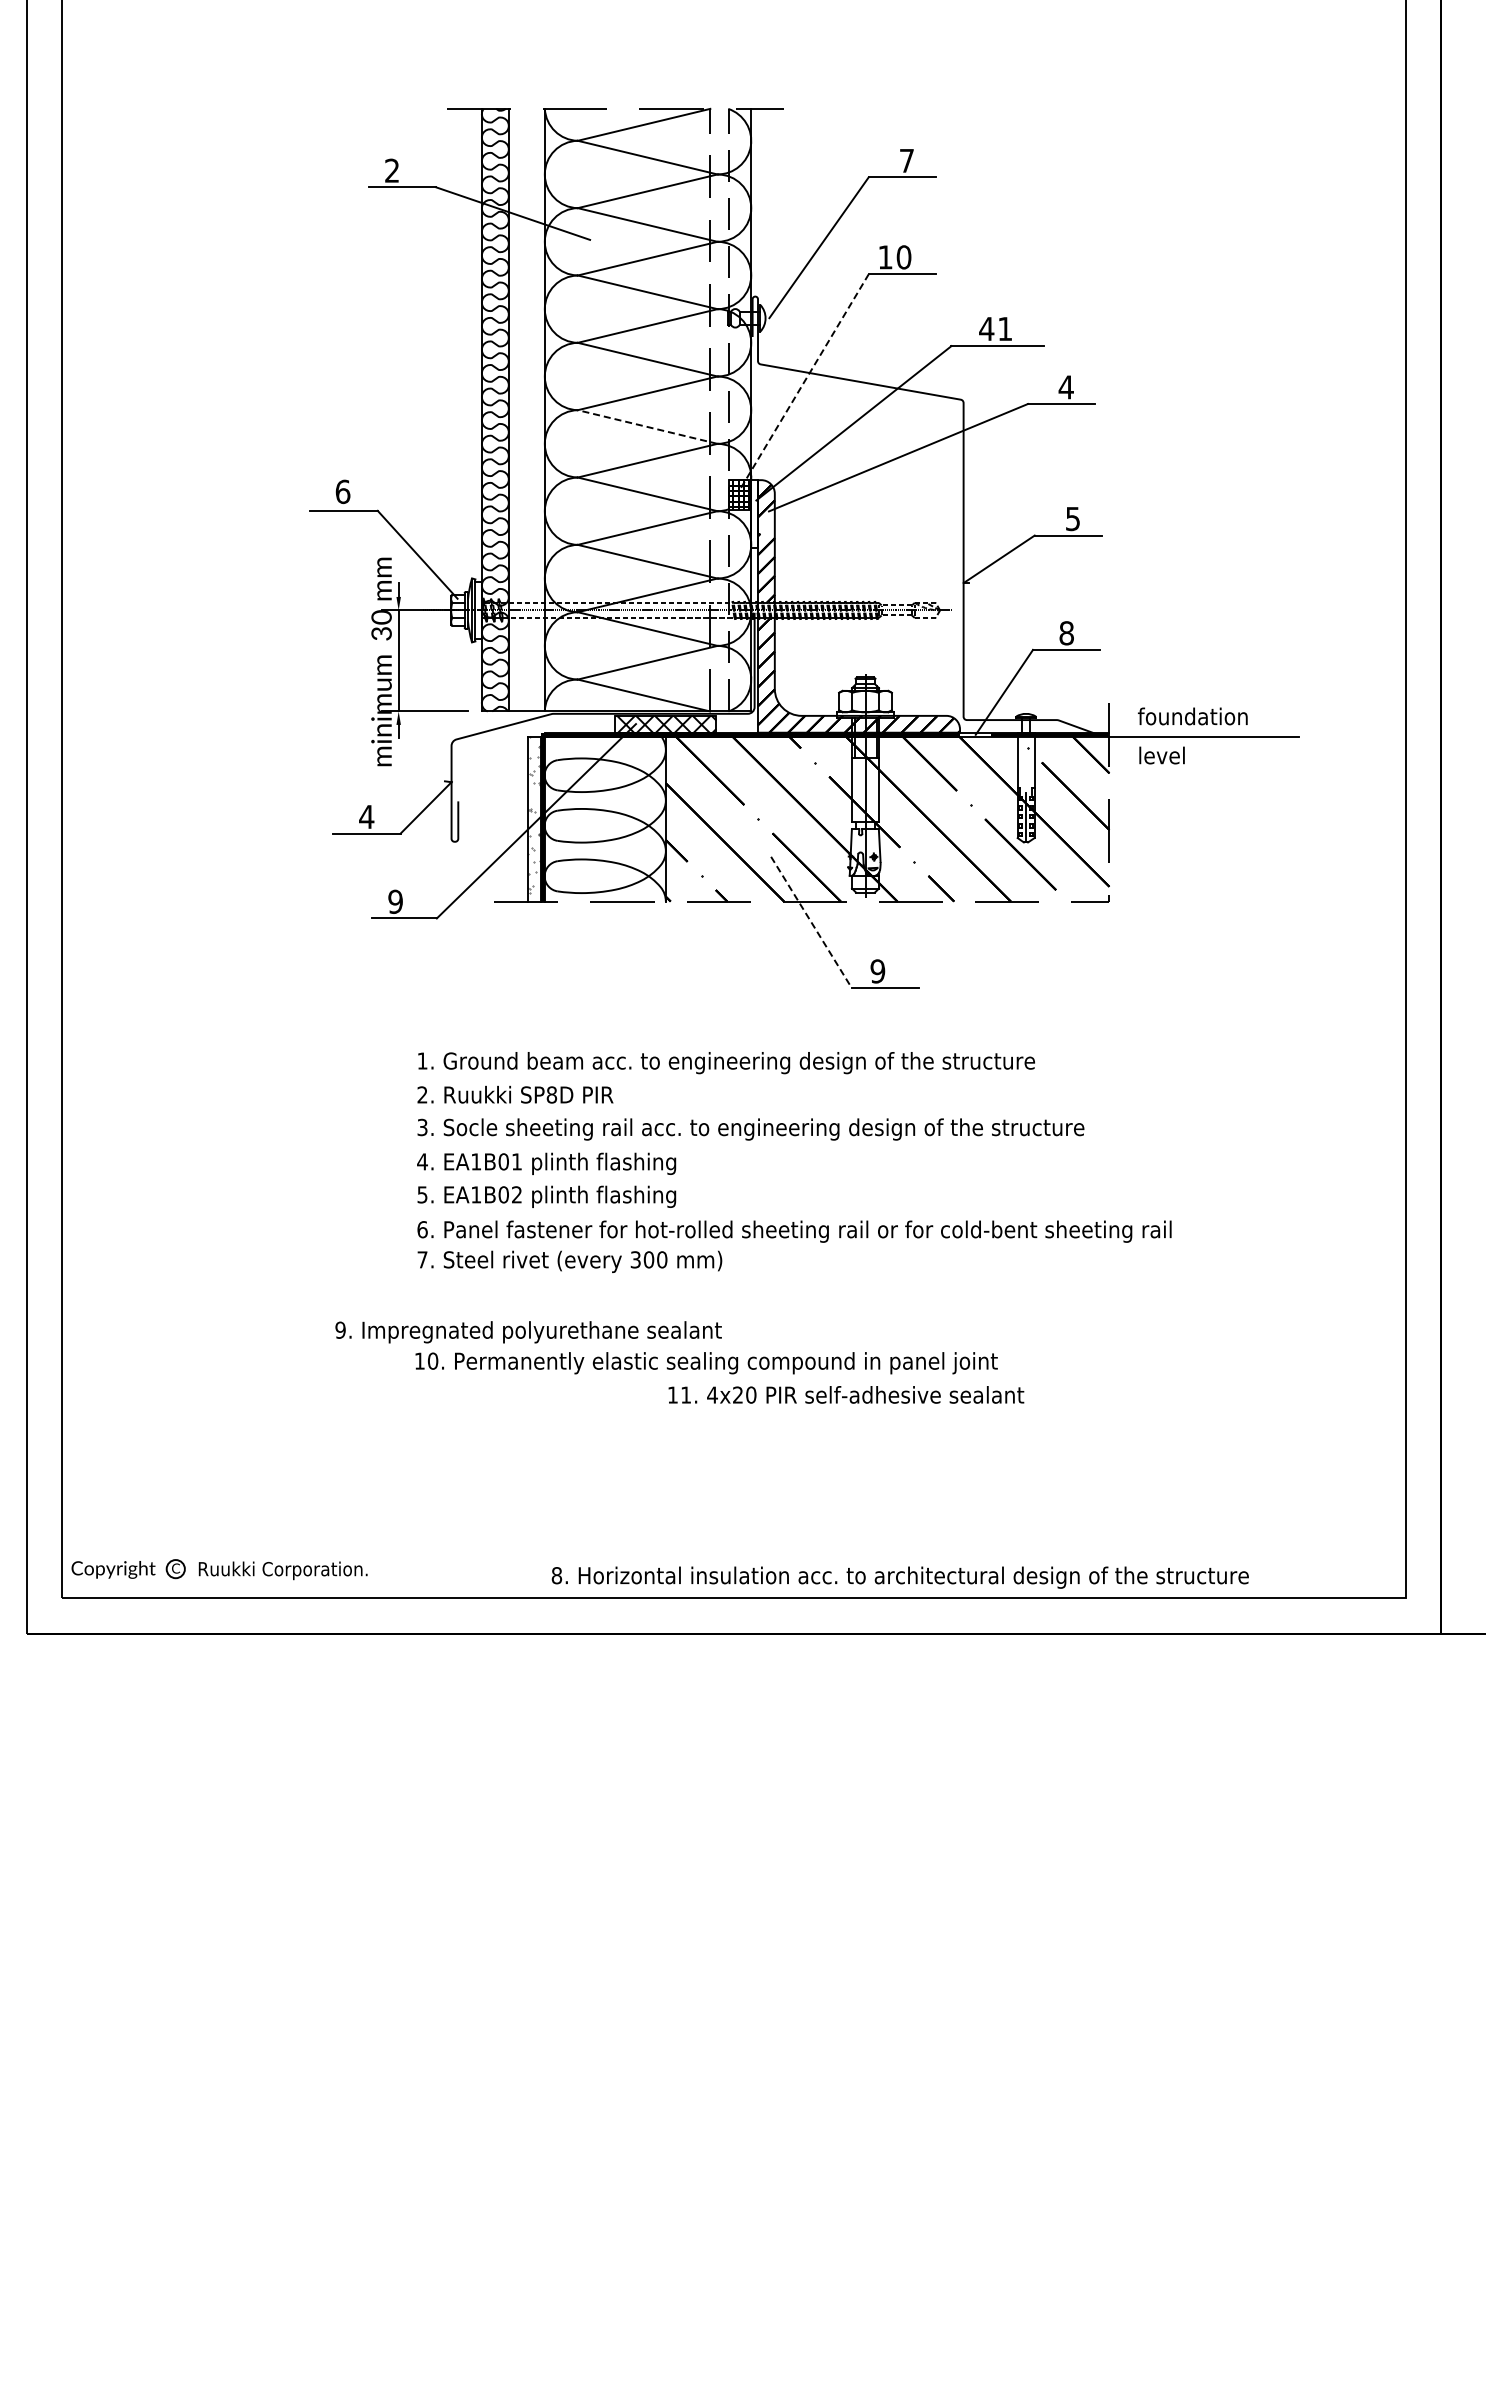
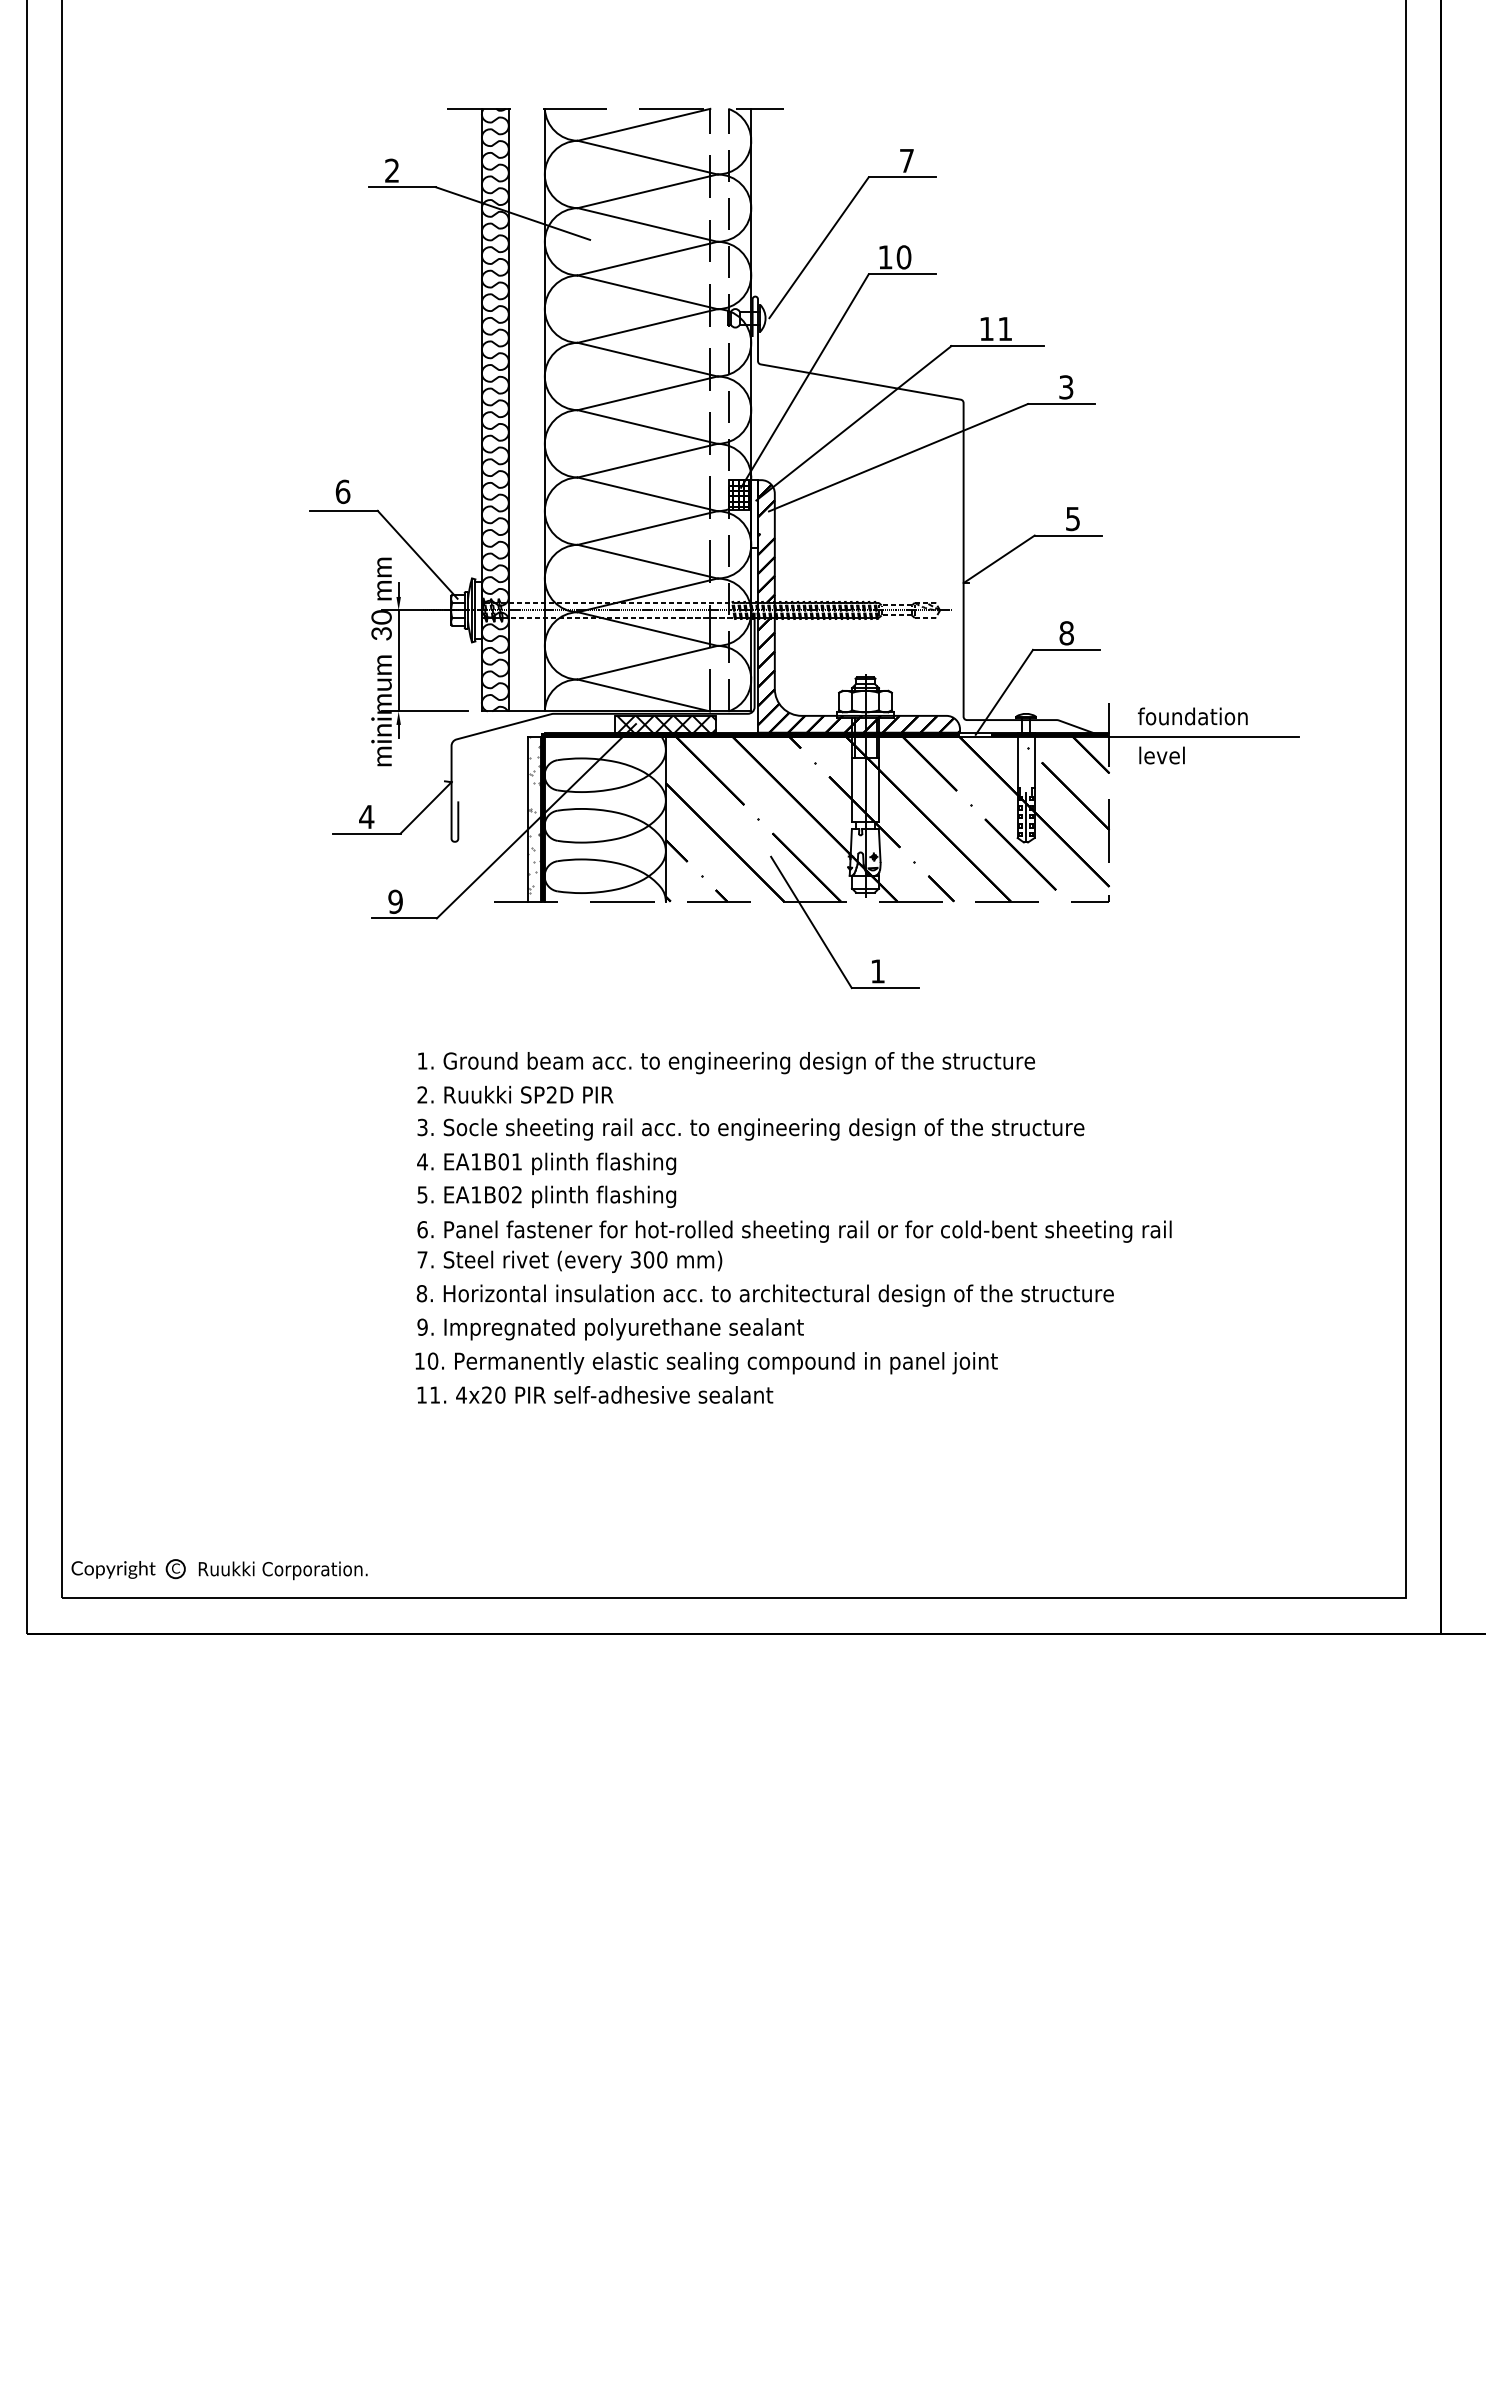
text at (986, 328): 41 -> 11
line at (805, 380): dashed -> solid
text at (1065, 387): 4 -> 3
line at (647, 427): dashed -> solid
line at (811, 922): dashed -> solid
text at (877, 971): 9 -> 1
text at (551, 1094): SP8D -> SP2D
text at (528, 1332) position: (528, 1332) -> (610, 1329)
text at (846, 1394) position: (846, 1394) -> (595, 1394)
text at (899, 1577) position: (899, 1577) -> (764, 1295)
